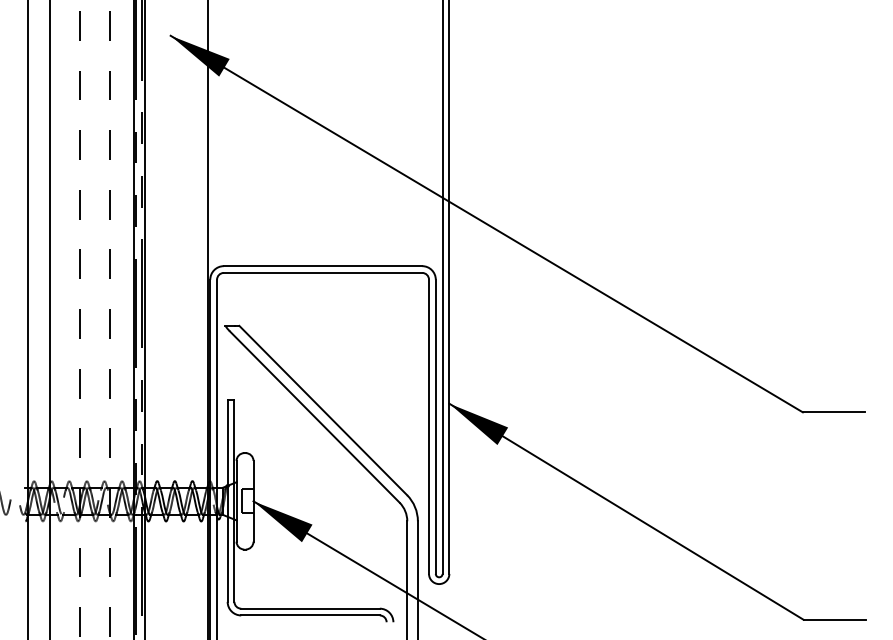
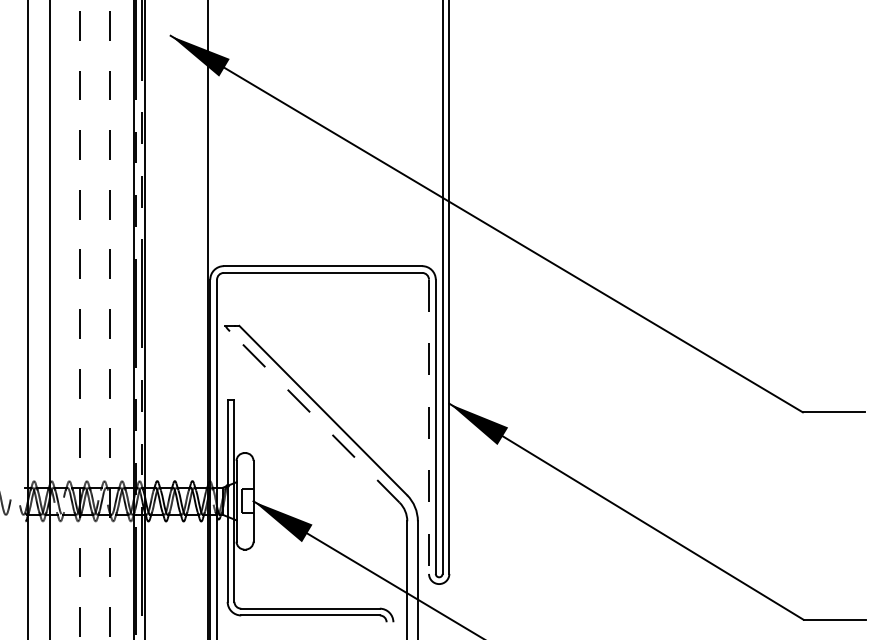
line at (314, 417): solid -> dashed
line at (429, 427): solid -> dashed
